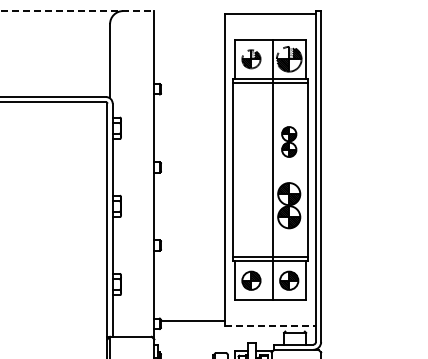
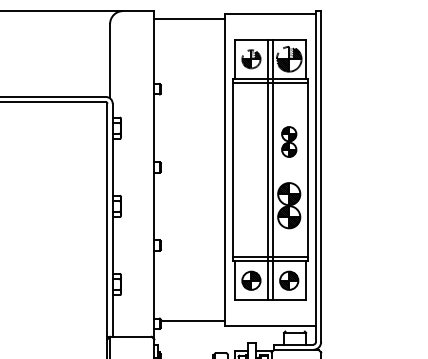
line at (77, 11): dashed -> solid
line at (189, 18): none -> present
line at (267, 169): none -> present
line at (270, 326): dashed -> solid
